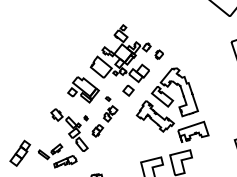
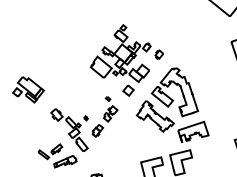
part at (83, 89) position: (83, 89) -> (28, 89)
part at (20, 152): present -> none
